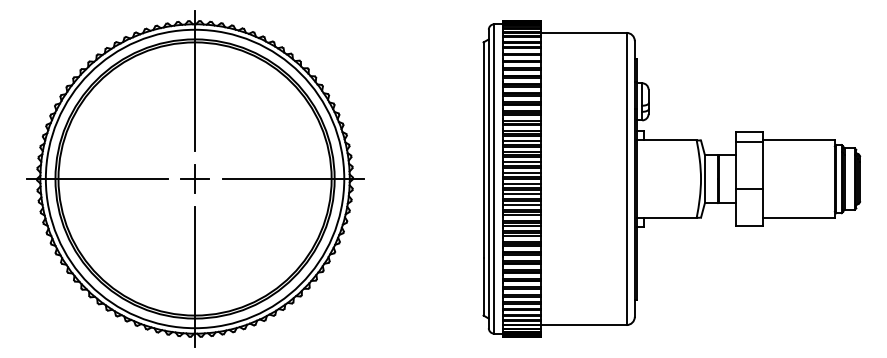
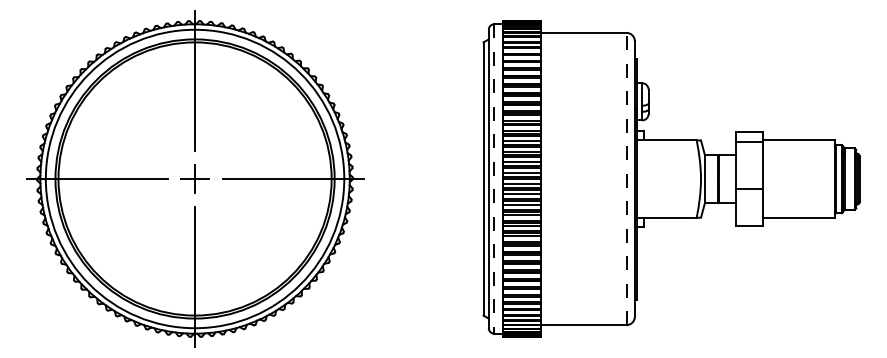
line at (626, 178): solid -> dashed
line at (494, 179): solid -> dashed
